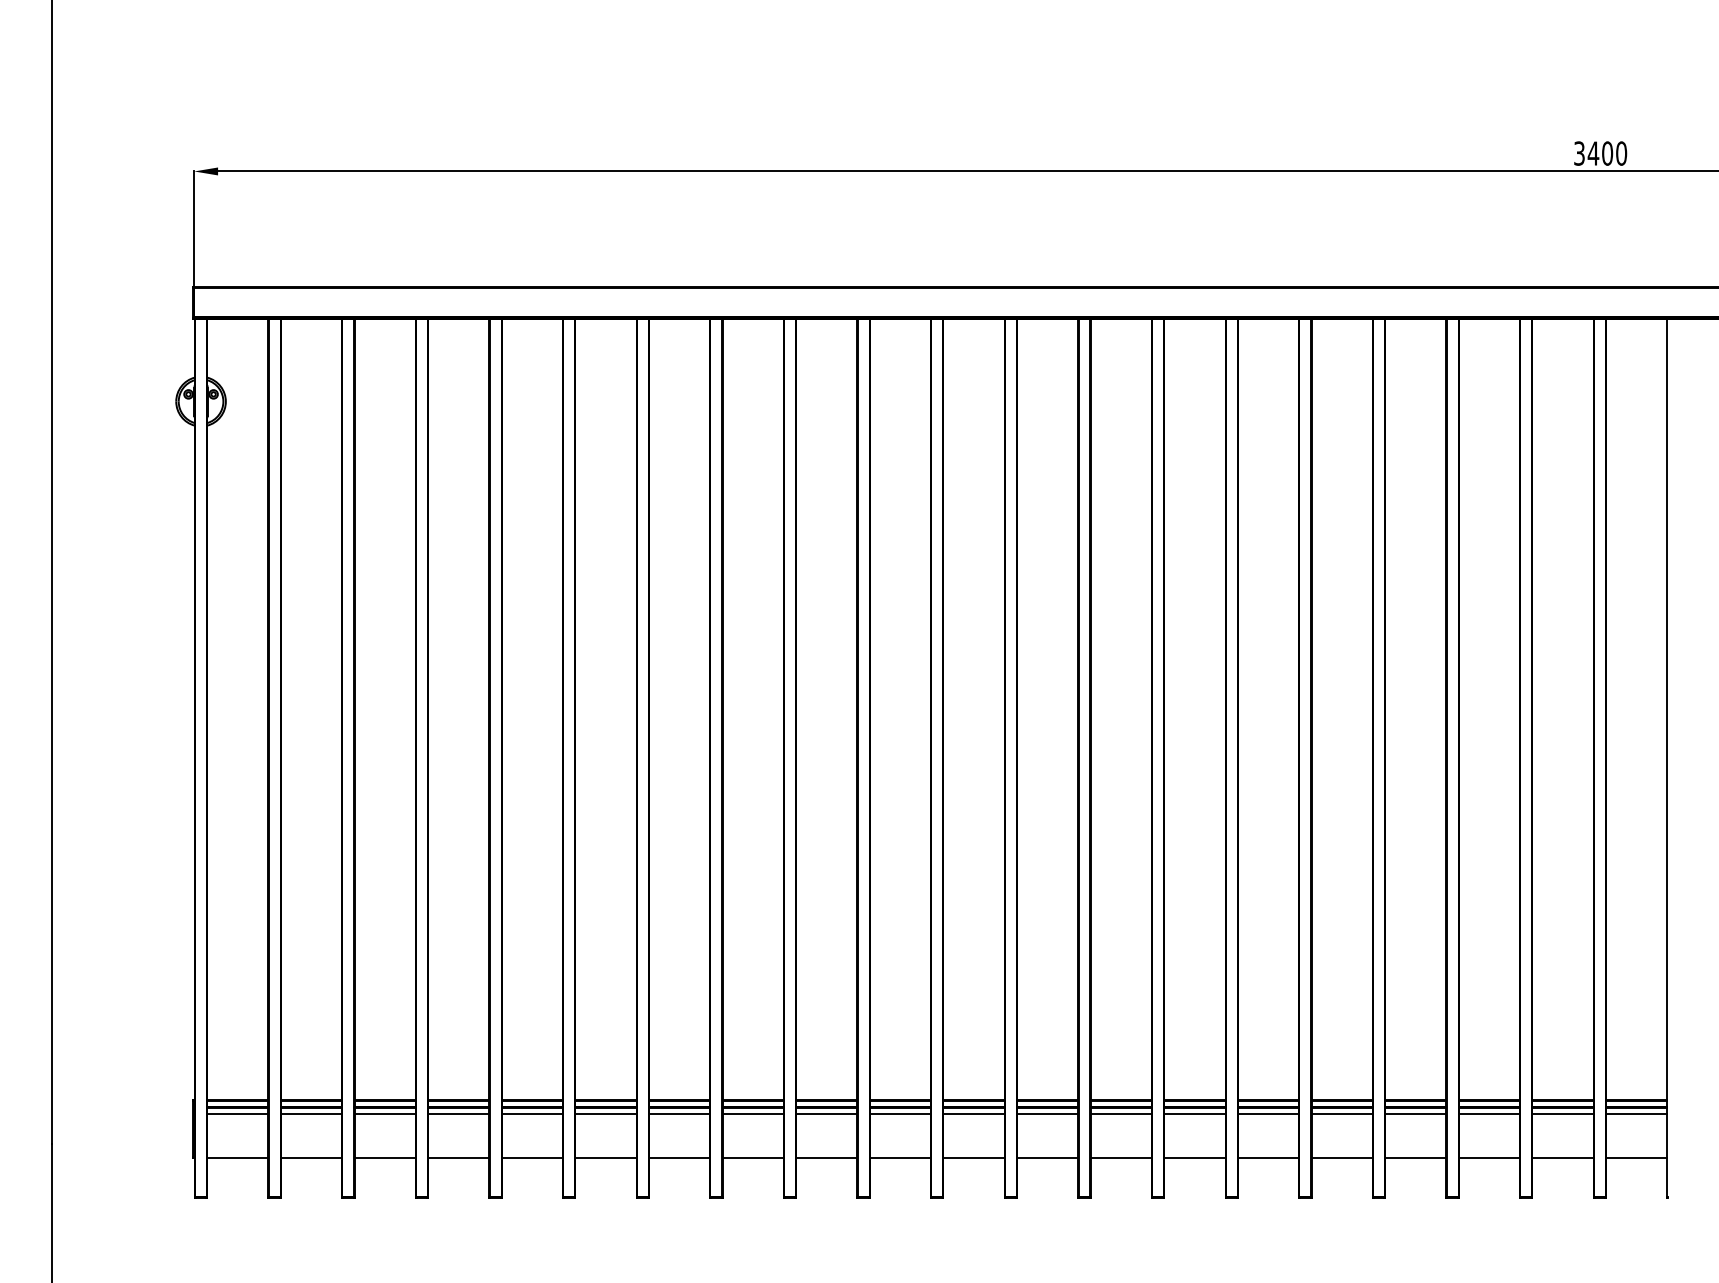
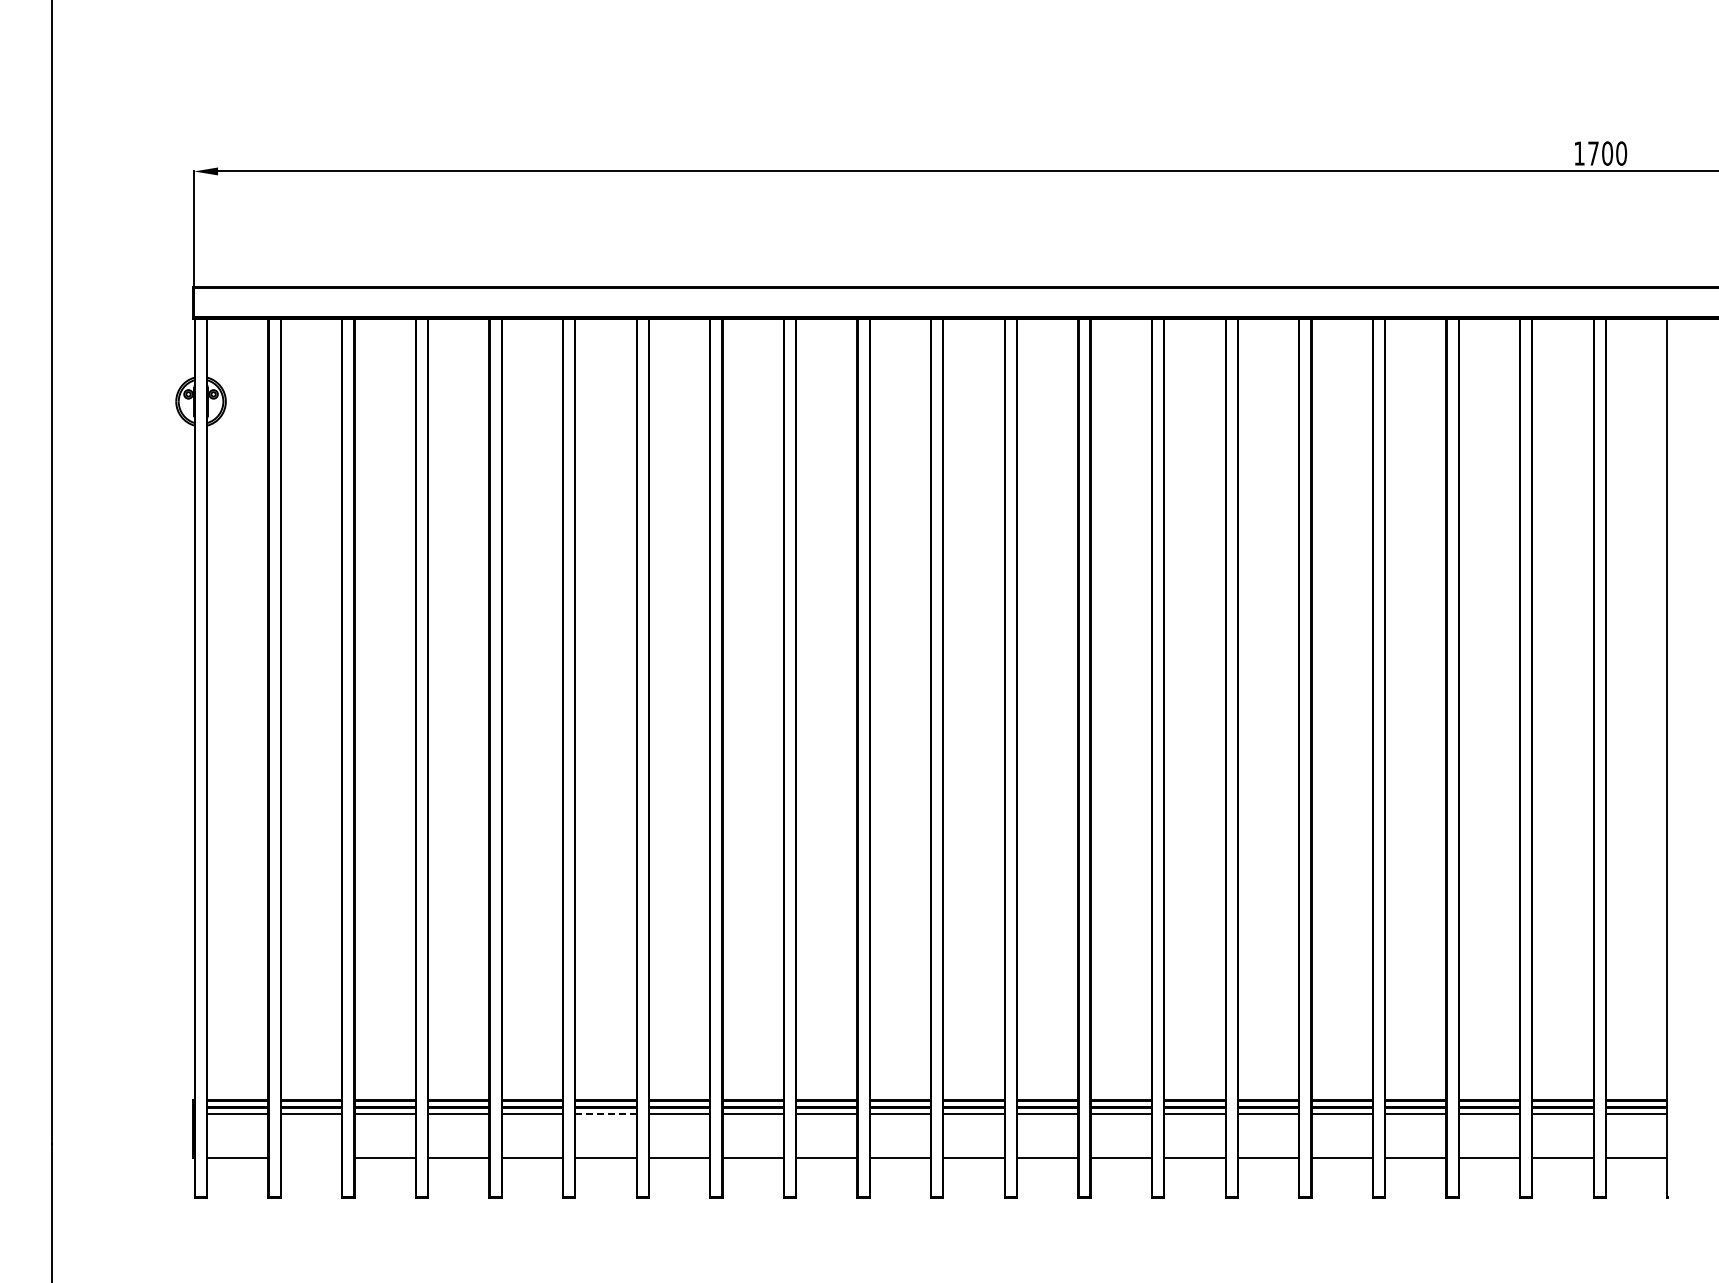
text at (1586, 153): 3400 -> 1700
line at (605, 1113): solid -> dashed
line at (311, 1157): present -> none
